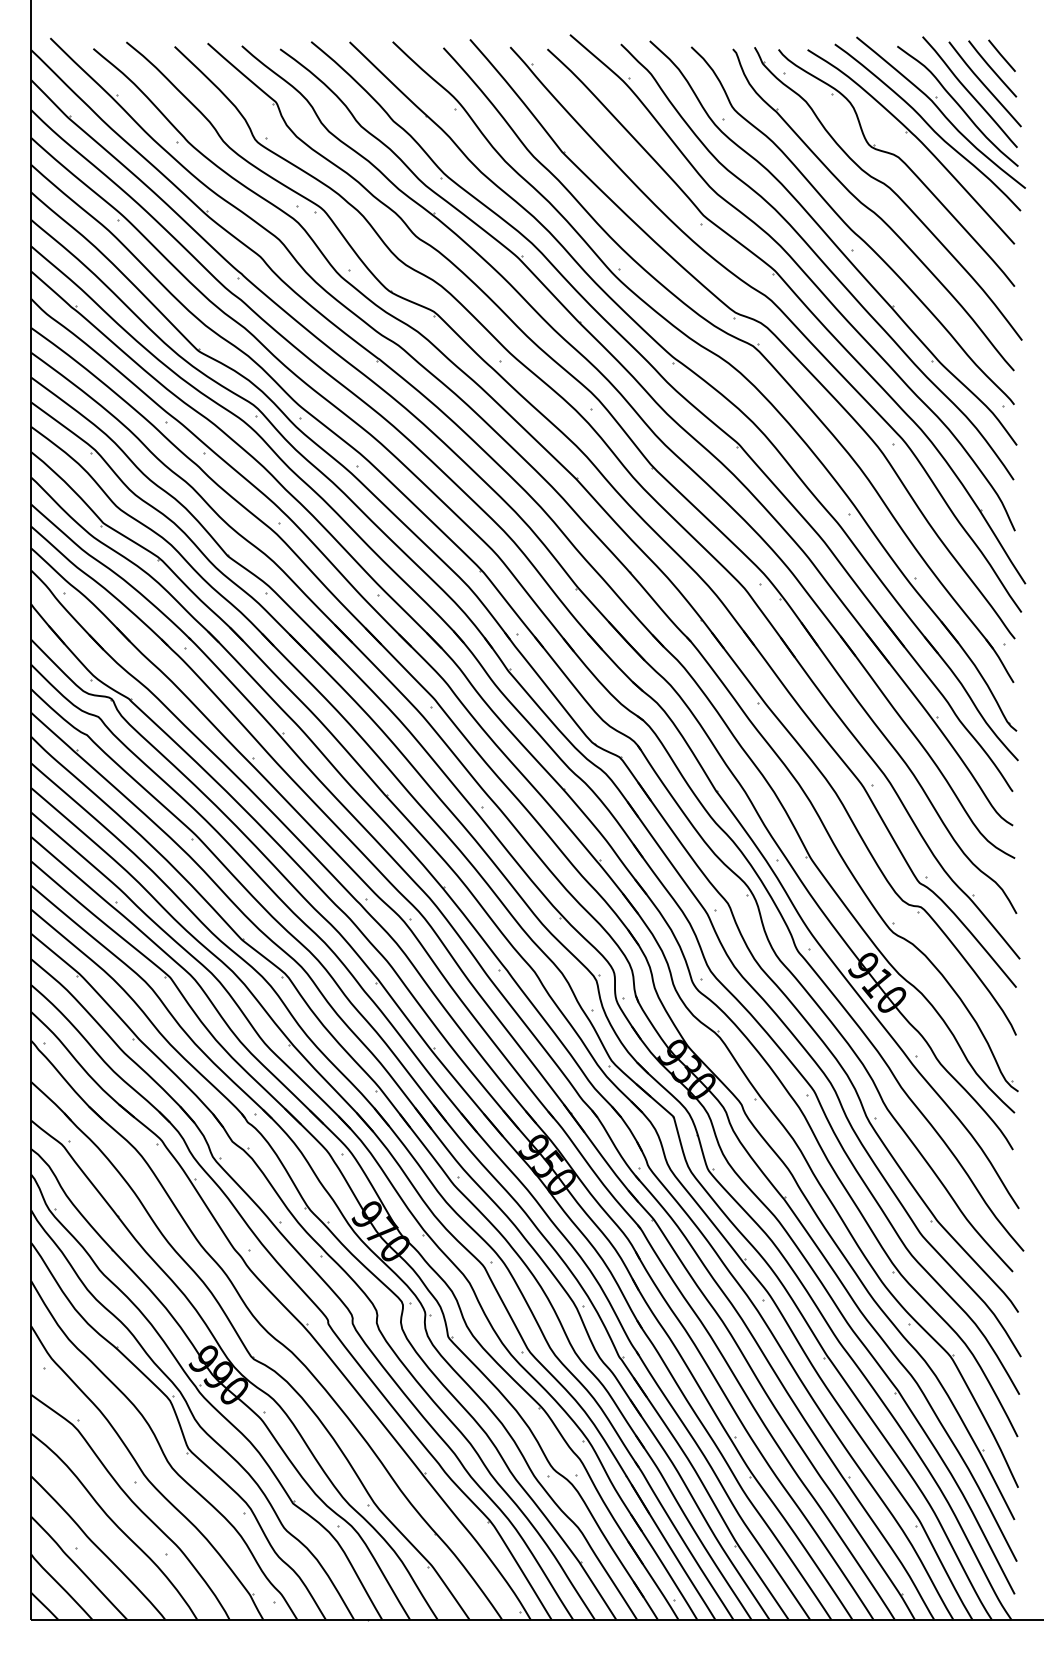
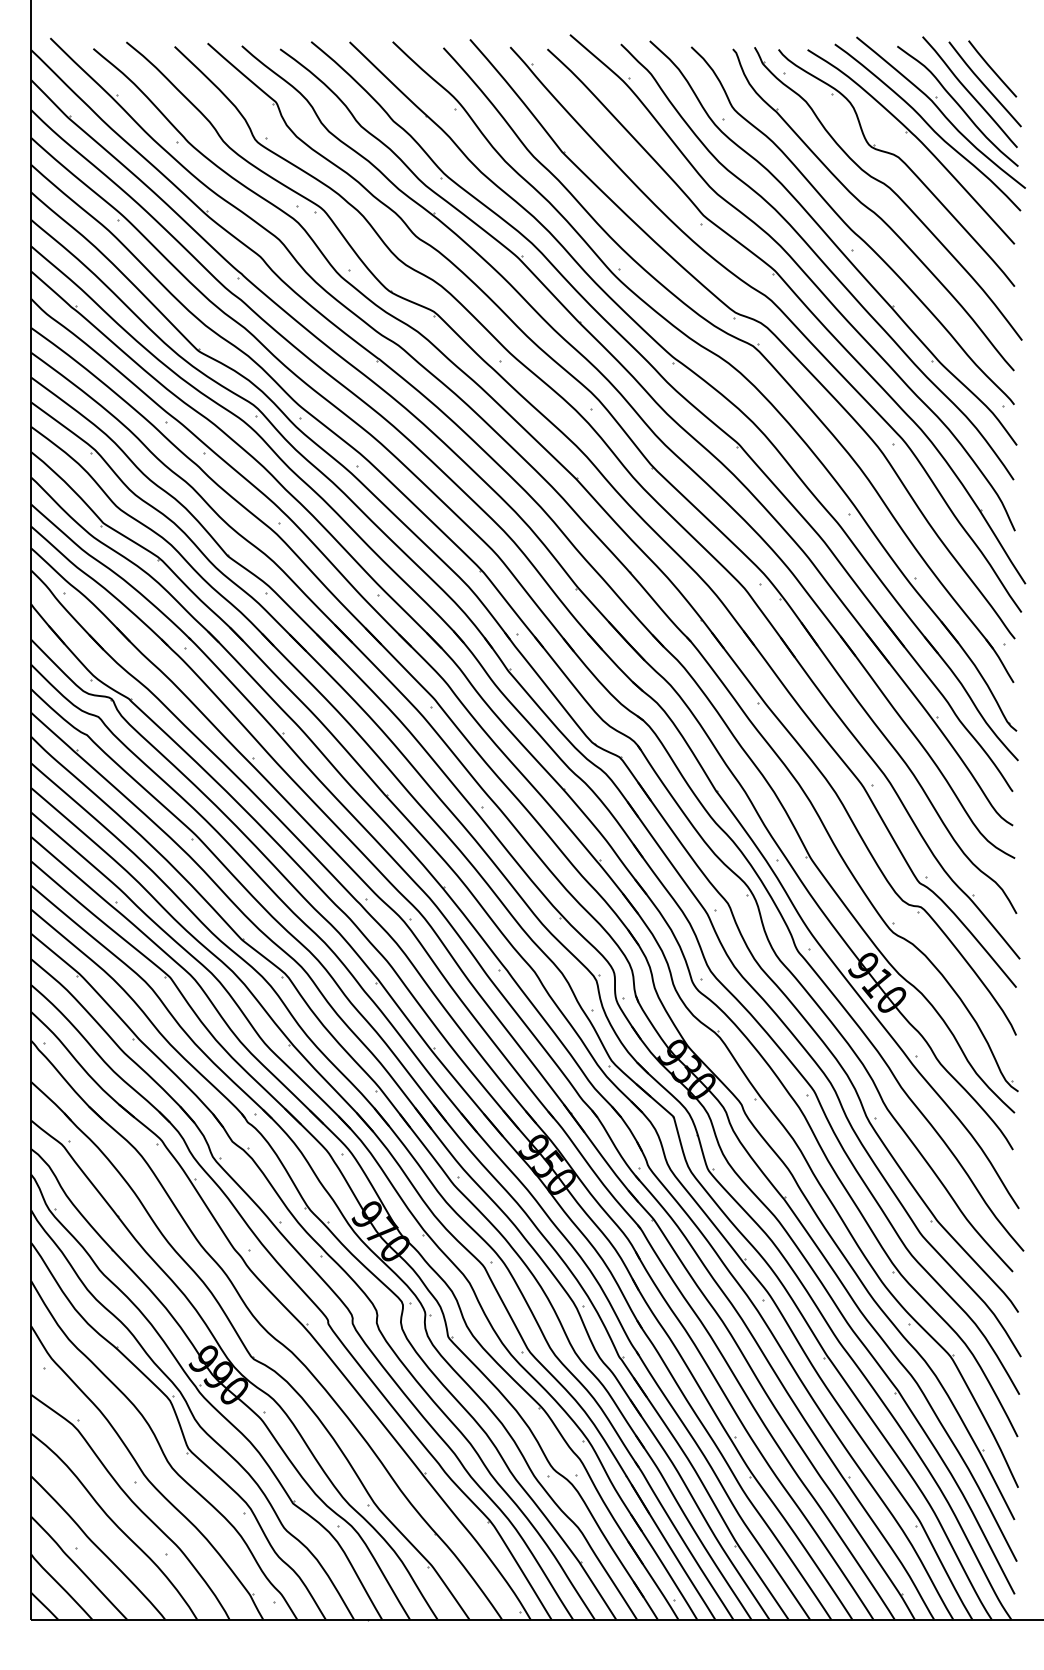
line at (1001, 55): present -> none
